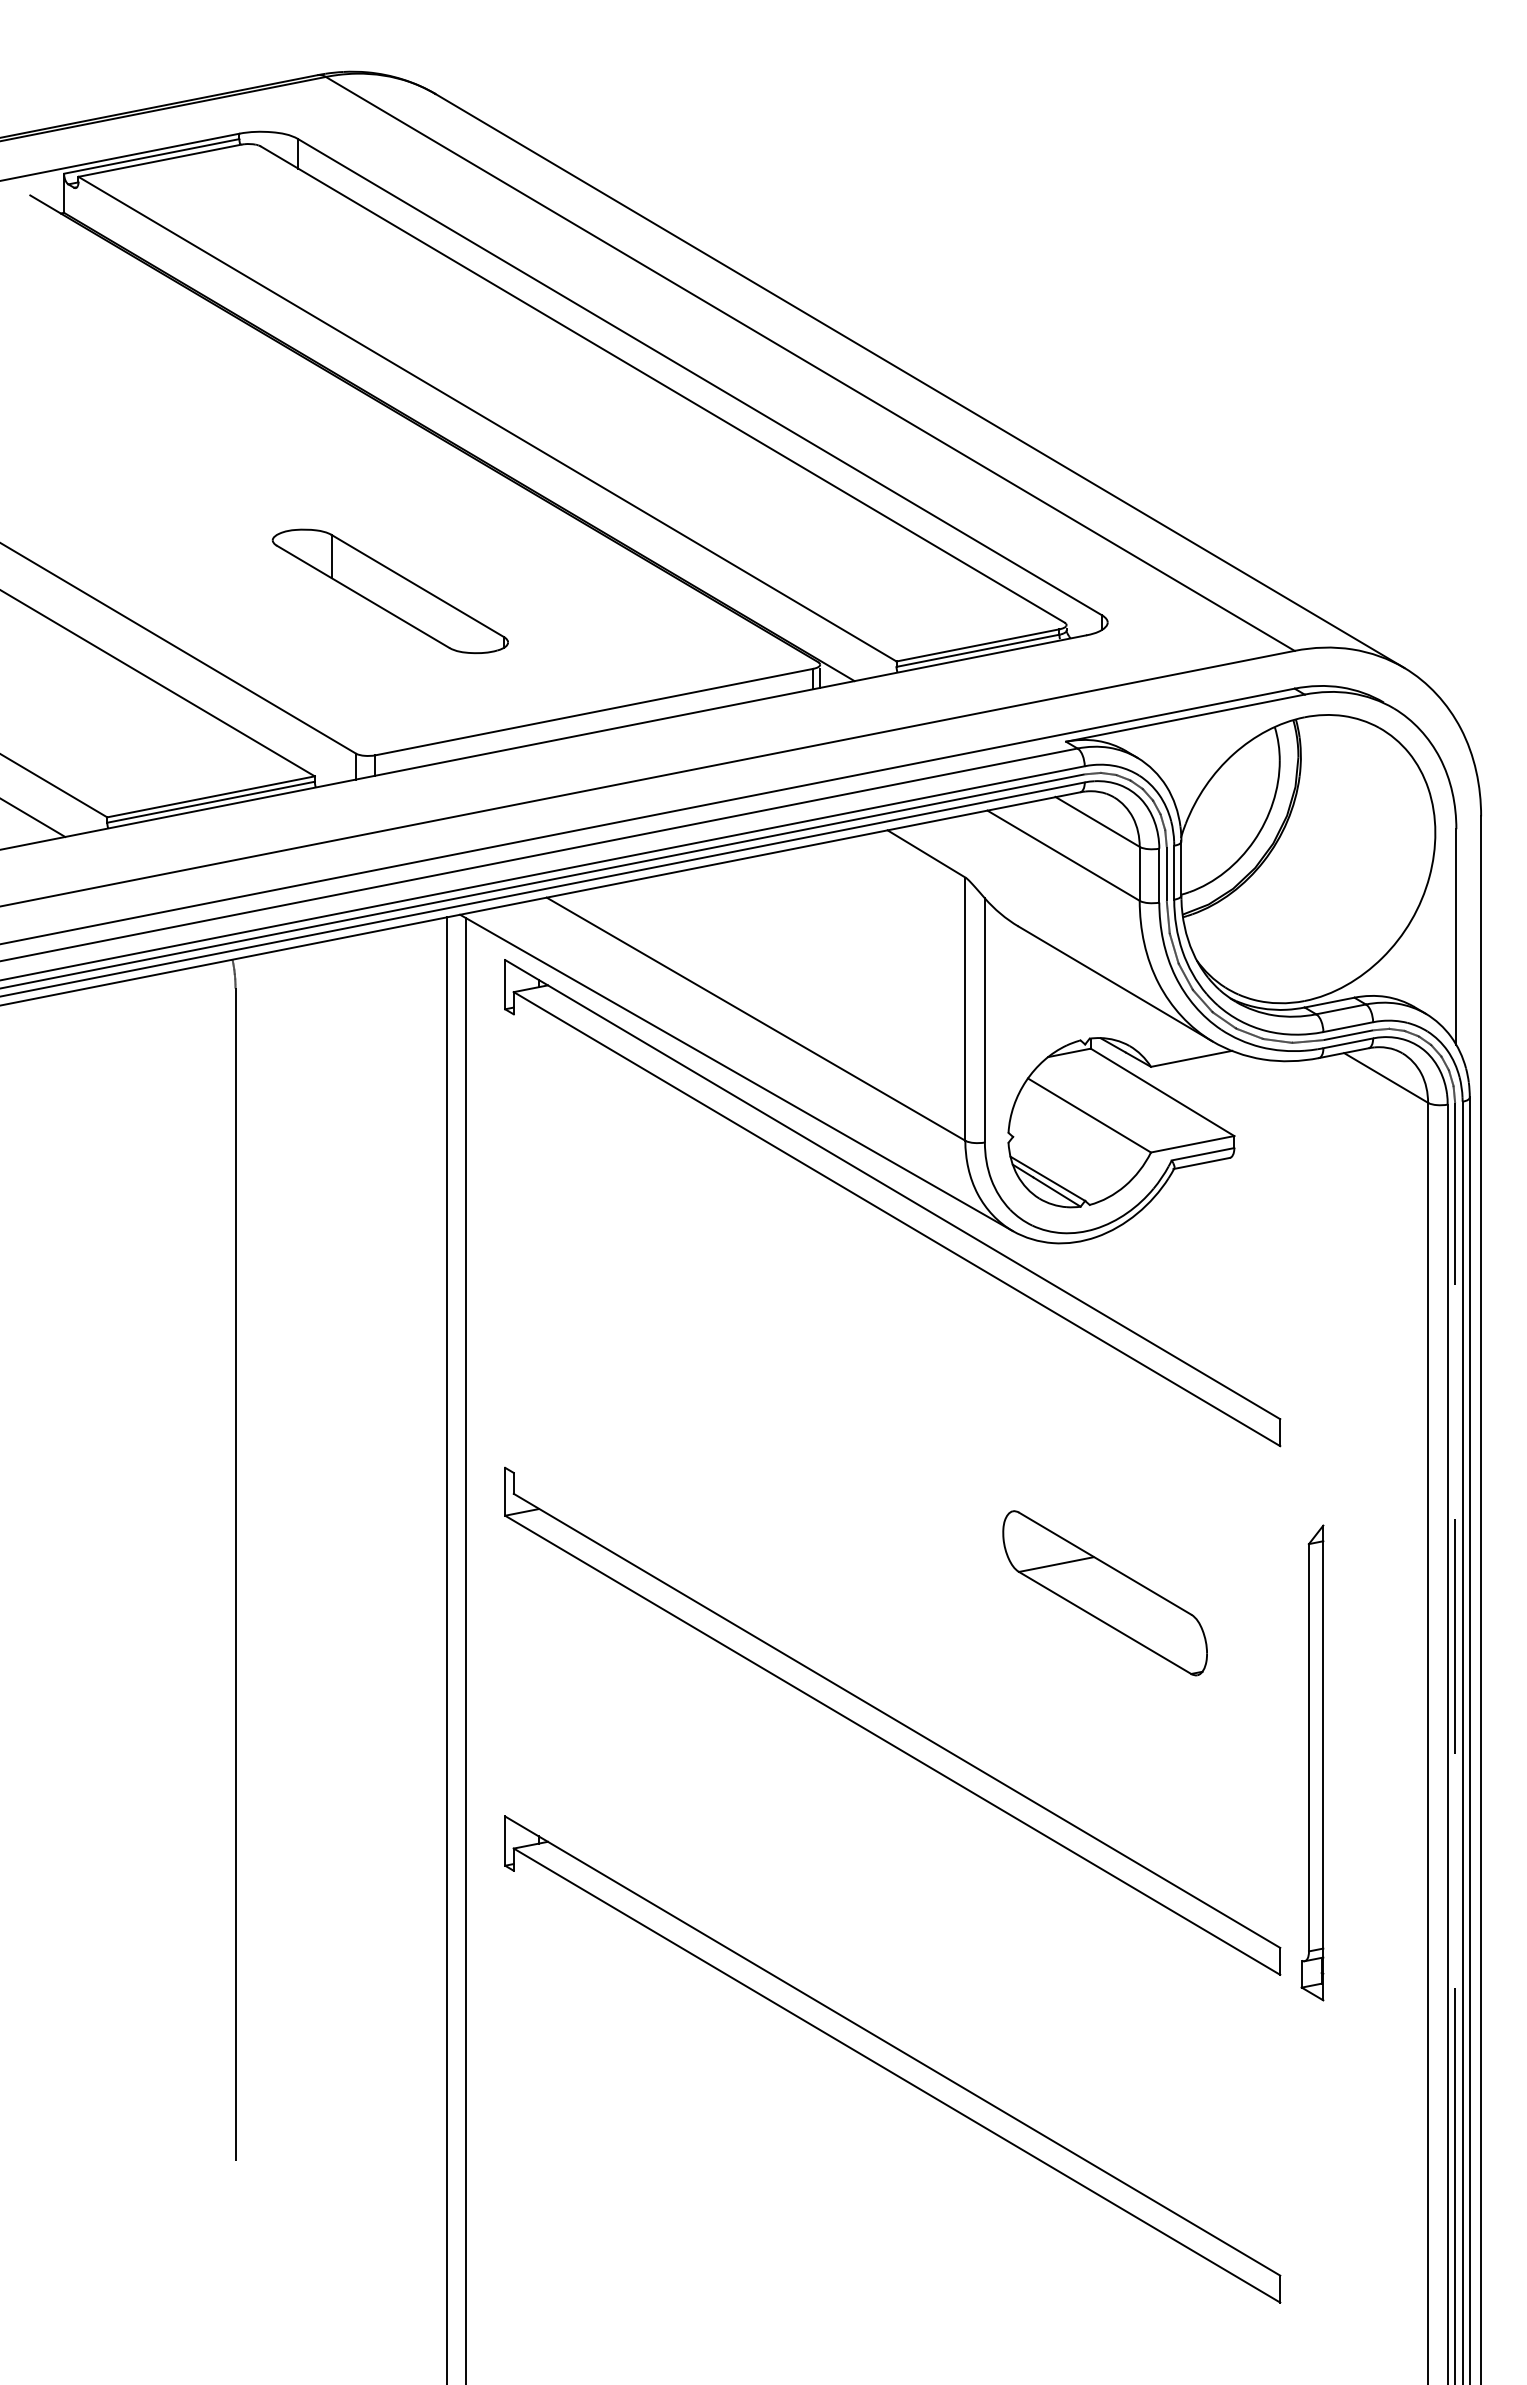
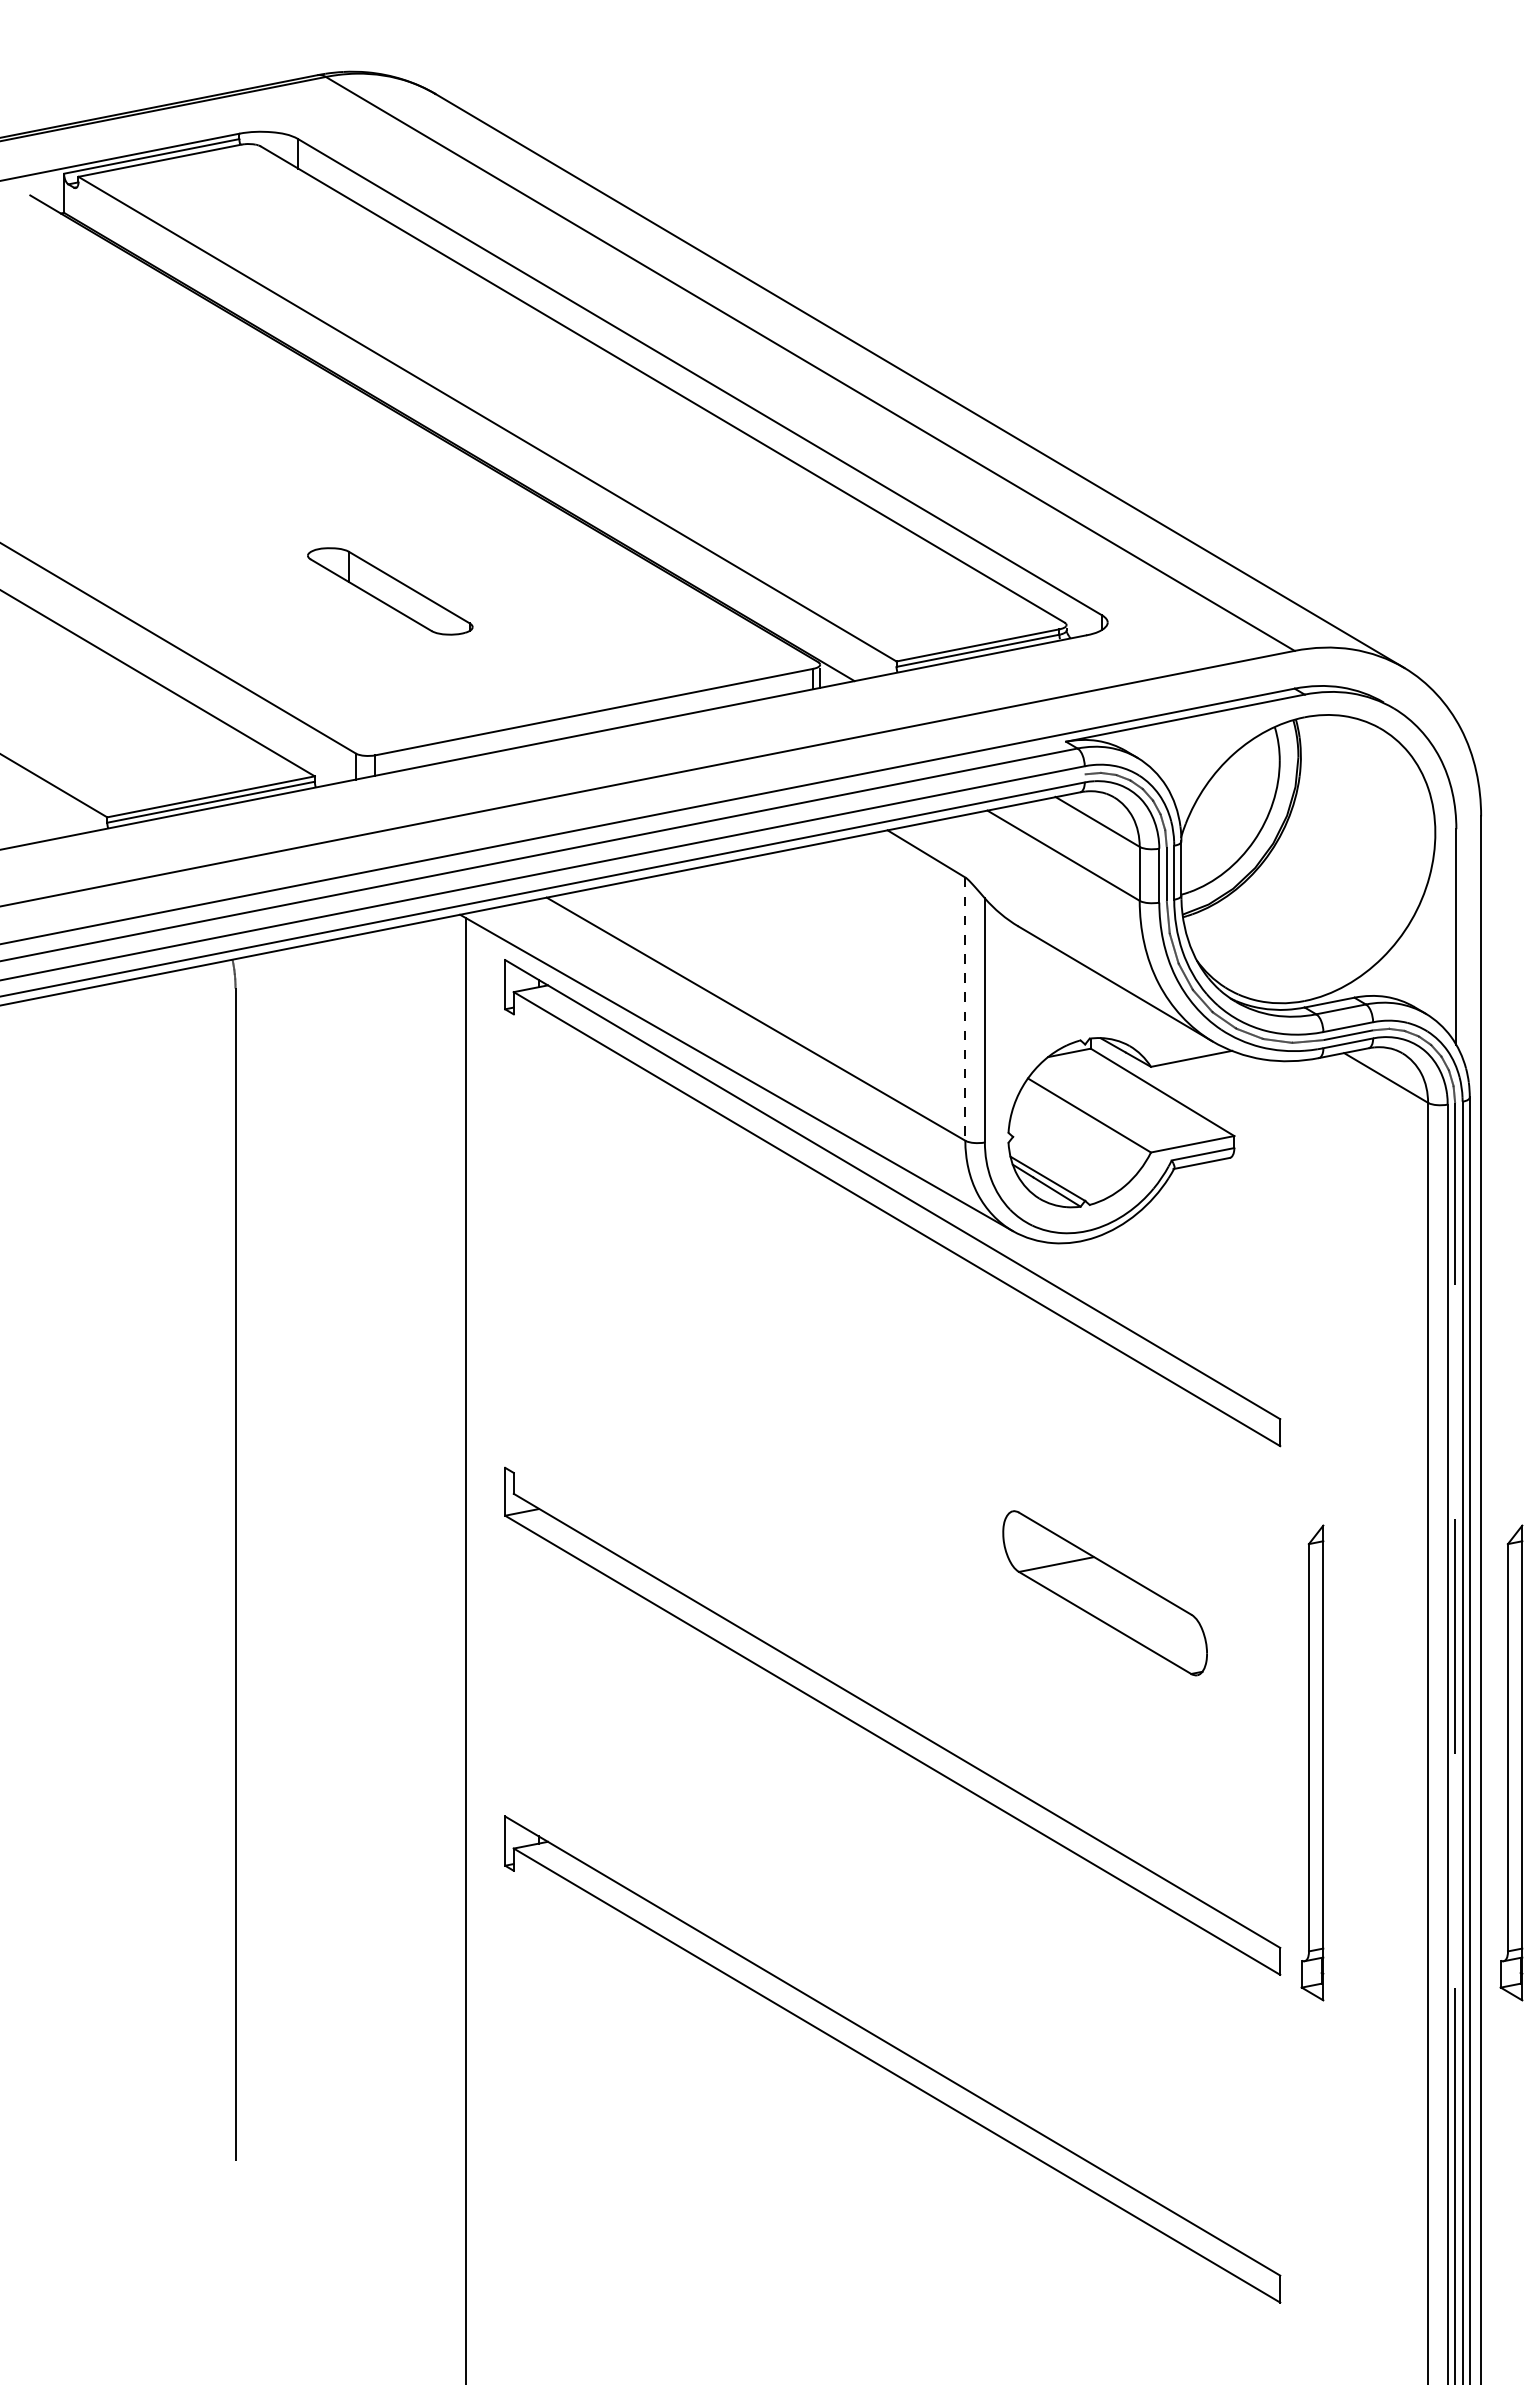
part at (389, 591) size: 238x127 px -> 167x89 px
line at (33, 817): present -> none
line at (543, 881): present -> none
line at (965, 1009): solid -> dashed
line at (446, 1649): present -> none
part at (1511, 1762): none -> present
